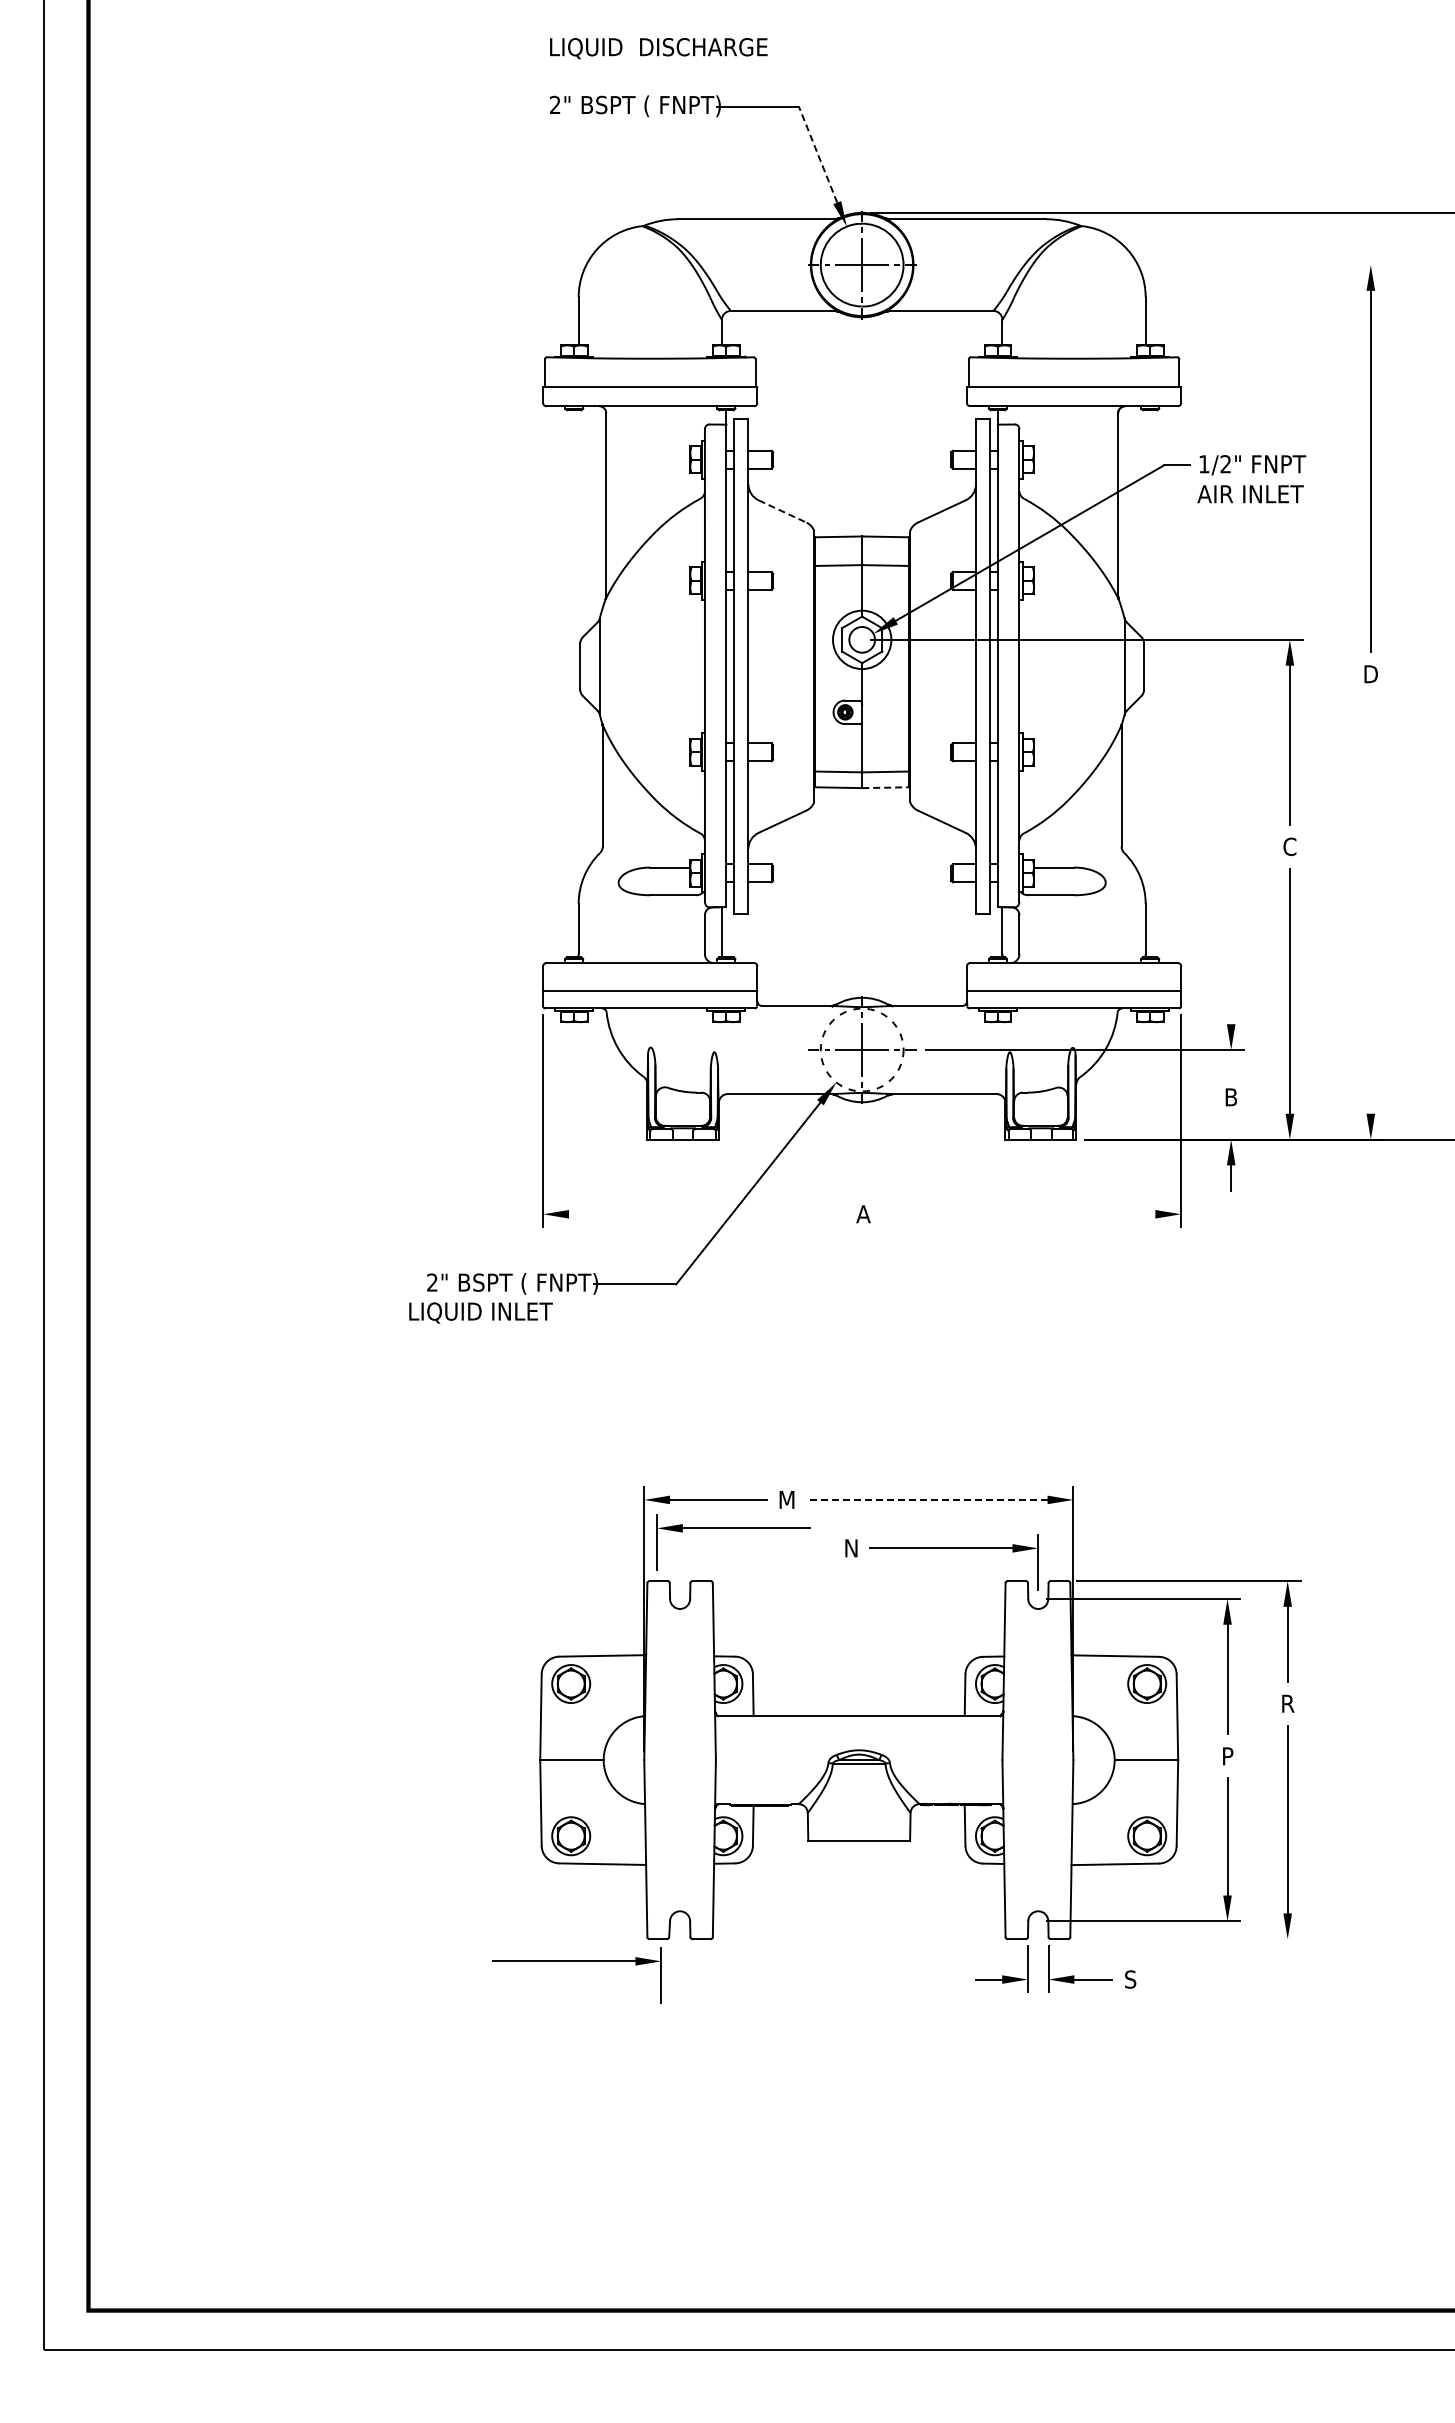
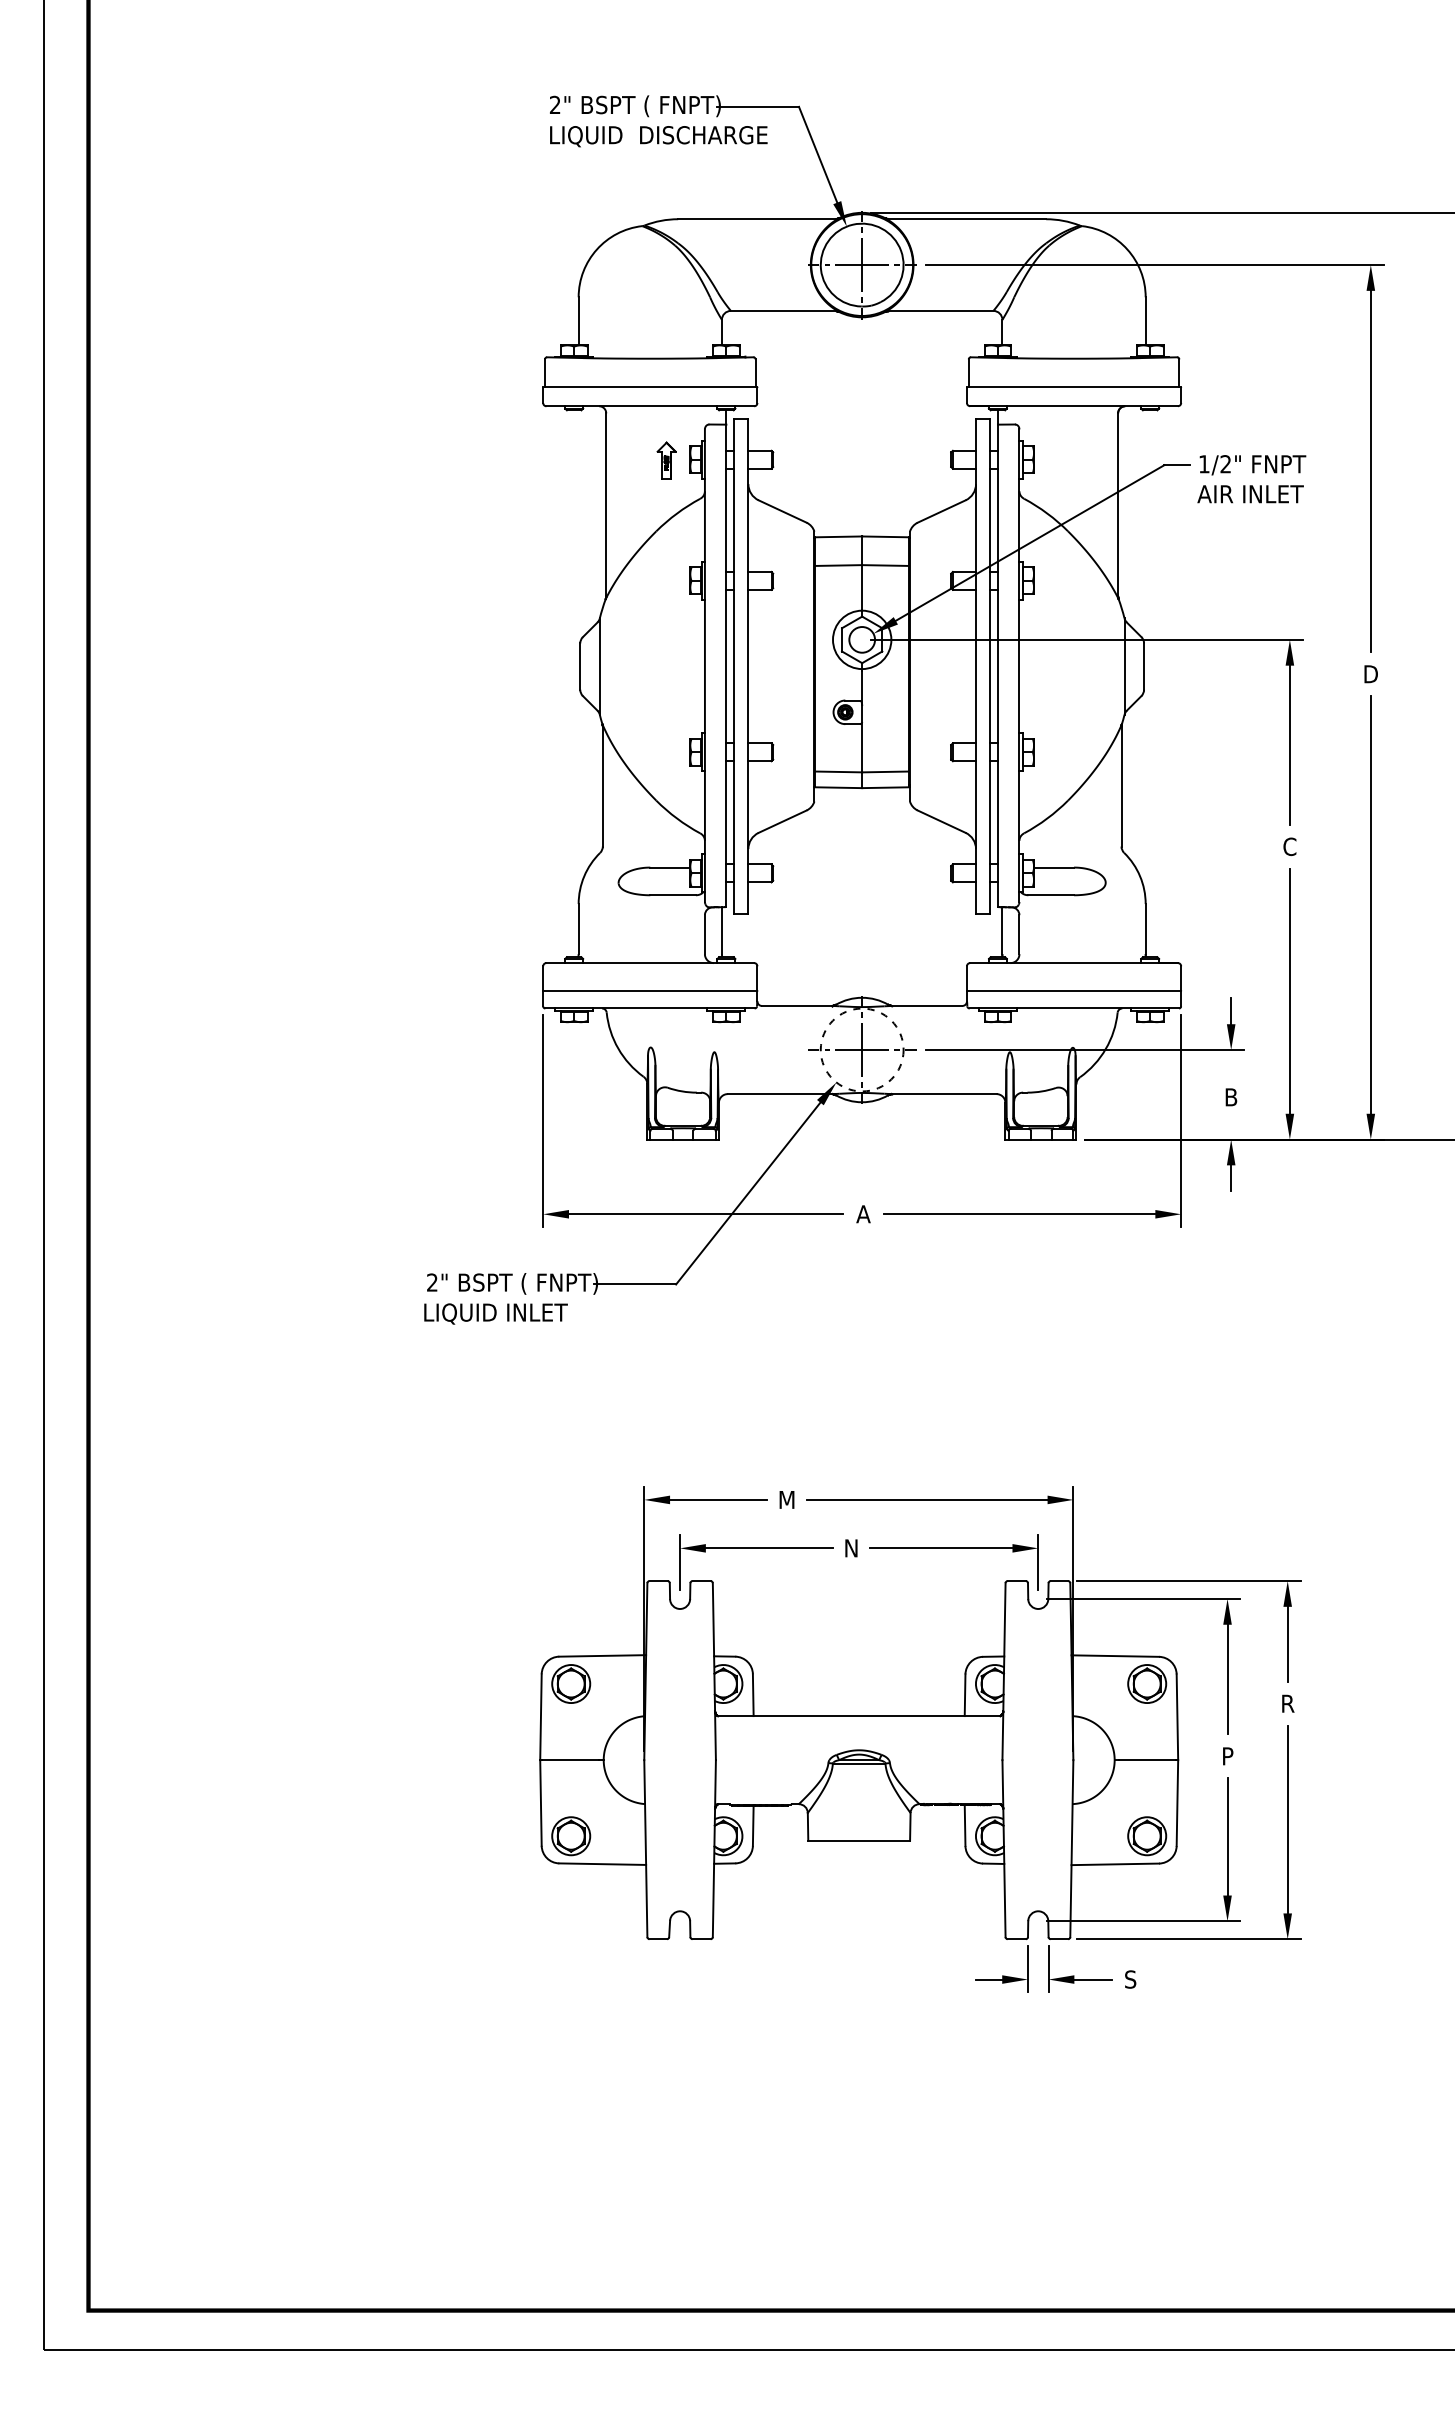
text at (658, 48) position: (658, 48) -> (658, 136)
line at (818, 154): dashed -> solid
line at (1154, 265): none -> present
part at (666, 460): none -> present
line at (783, 511): dashed -> solid
line at (886, 787): dashed -> solid
line at (1370, 904): none -> present
line at (1231, 1011): none -> present
line at (705, 1214): none -> present
line at (1019, 1214): none -> present
text at (480, 1312) position: (480, 1312) -> (495, 1313)
line at (926, 1499): dashed -> solid
part at (733, 1528) position: (733, 1528) -> (756, 1548)
line at (1188, 1939): none -> present
part at (576, 1961): present -> none
